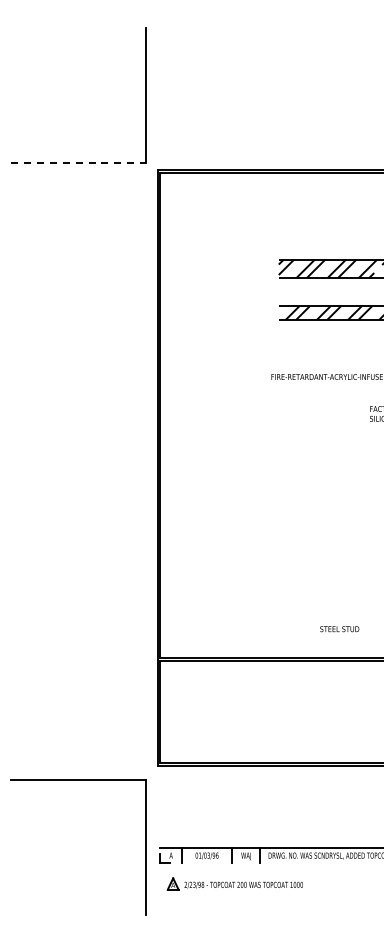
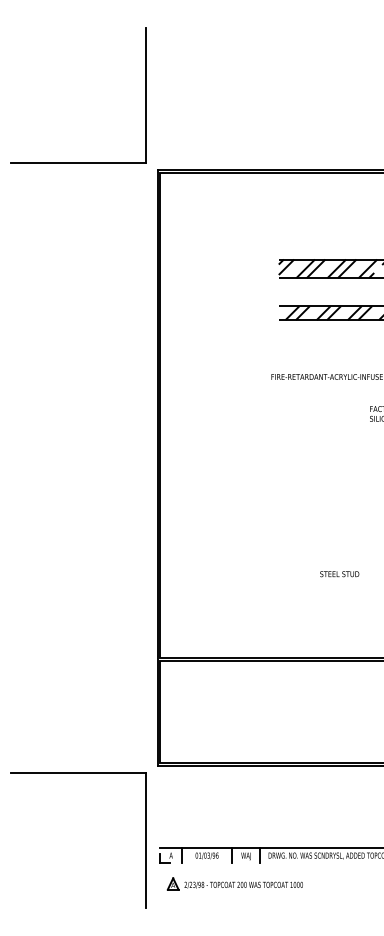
line at (79, 162): dashed -> solid
text at (339, 629) position: (339, 629) -> (339, 574)
part at (78, 780) position: (78, 780) -> (78, 773)
